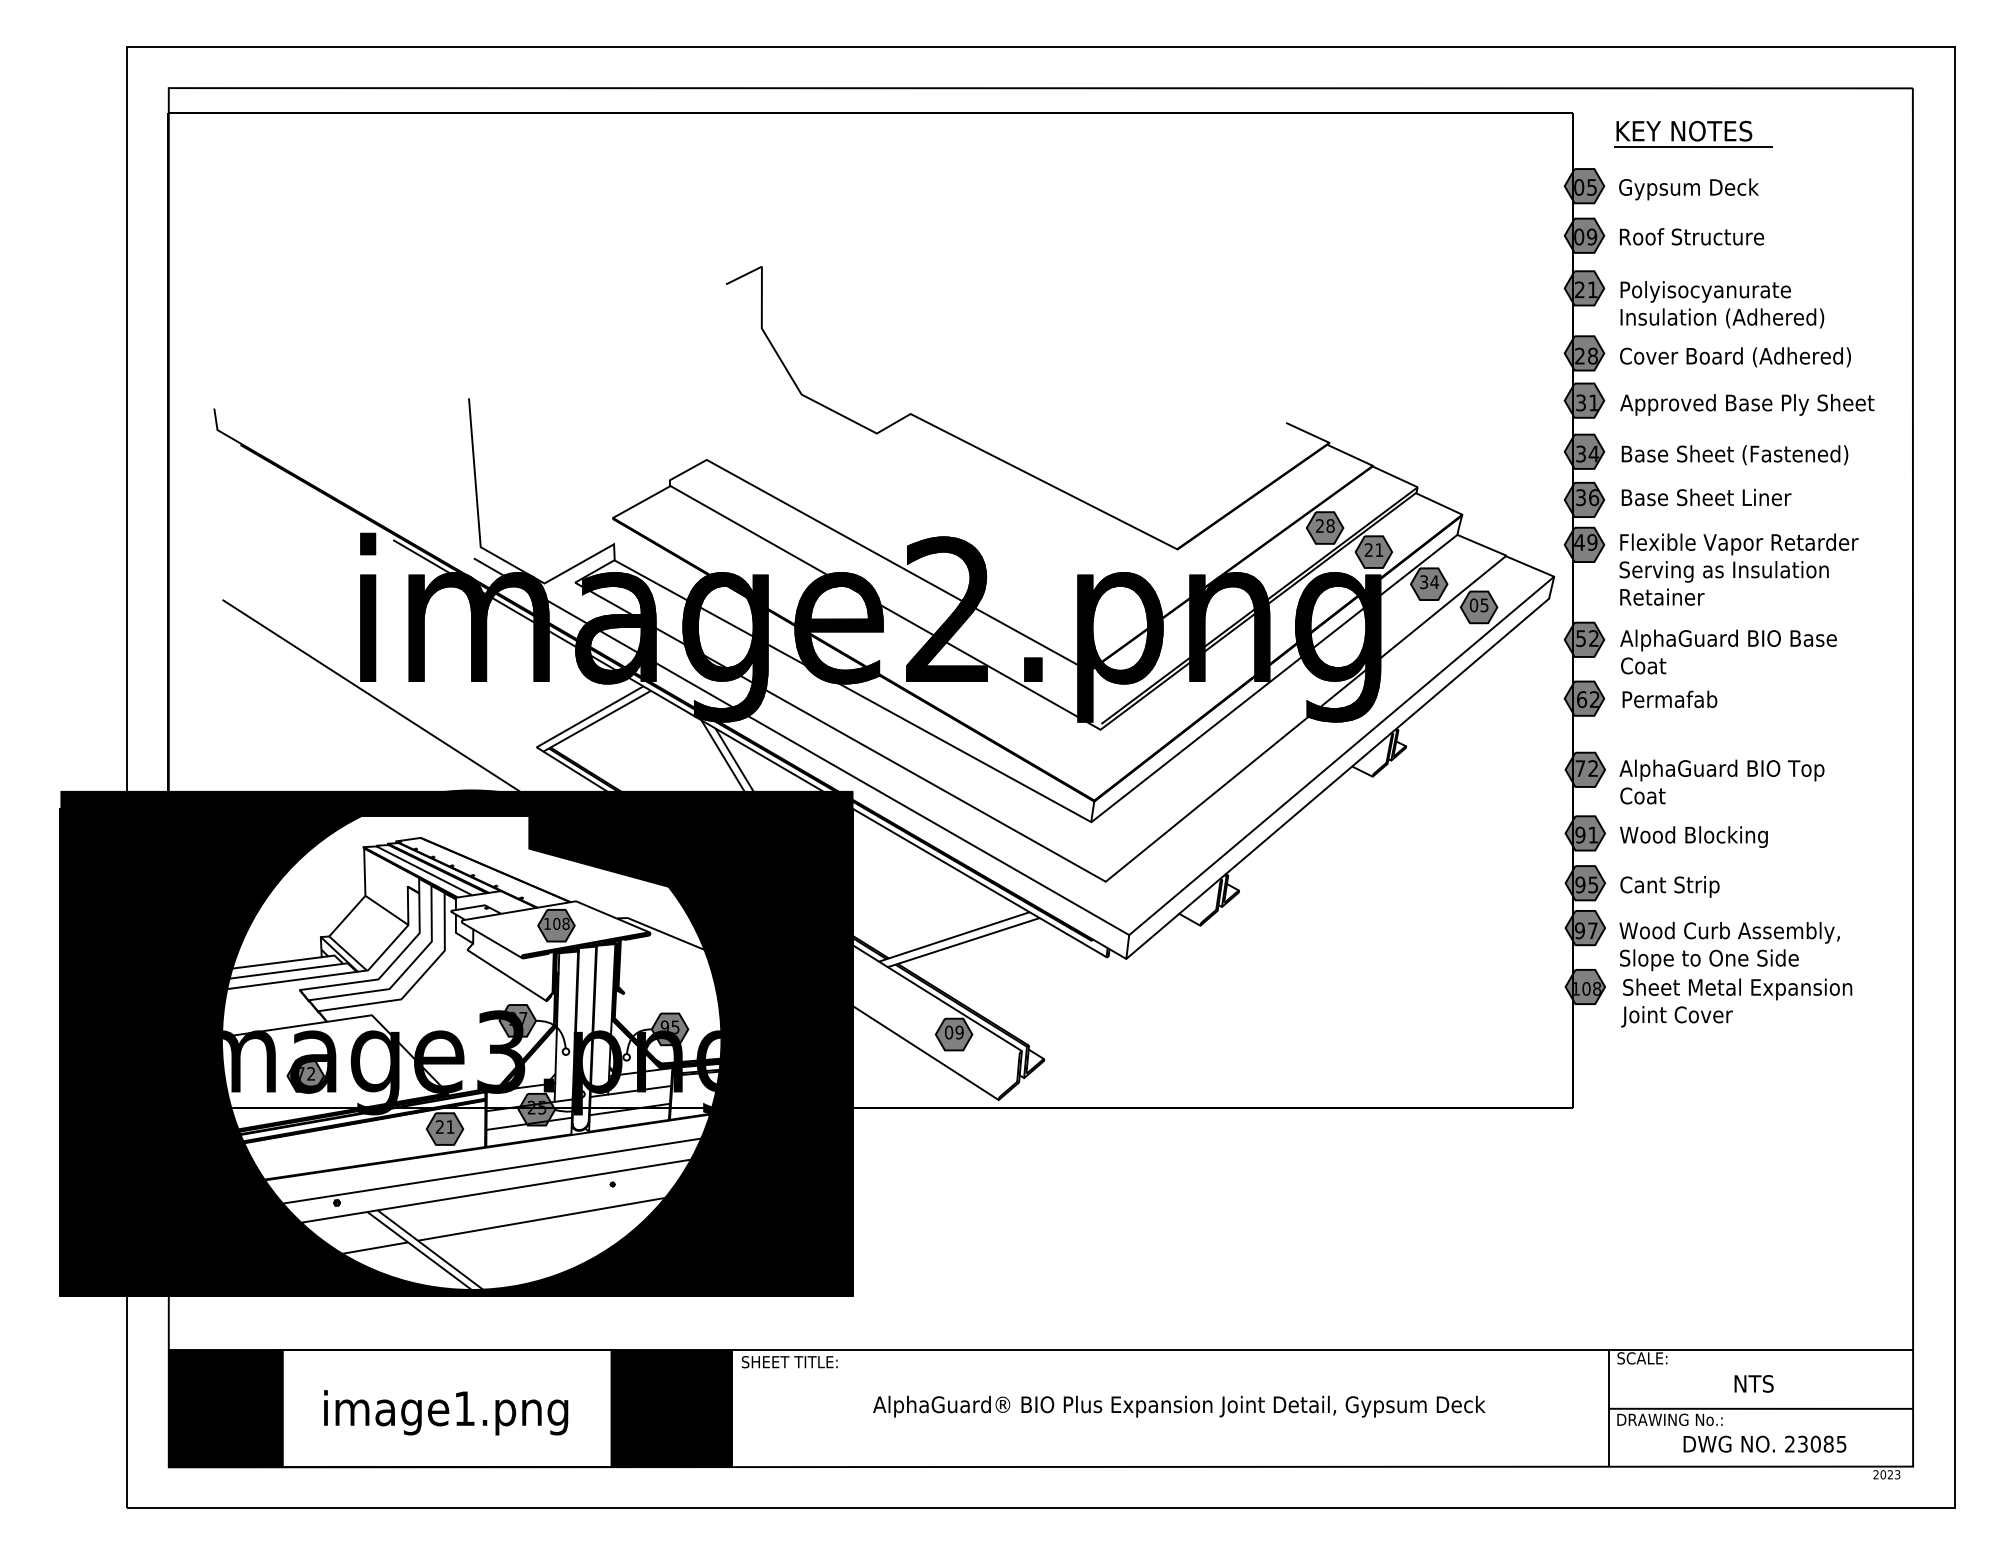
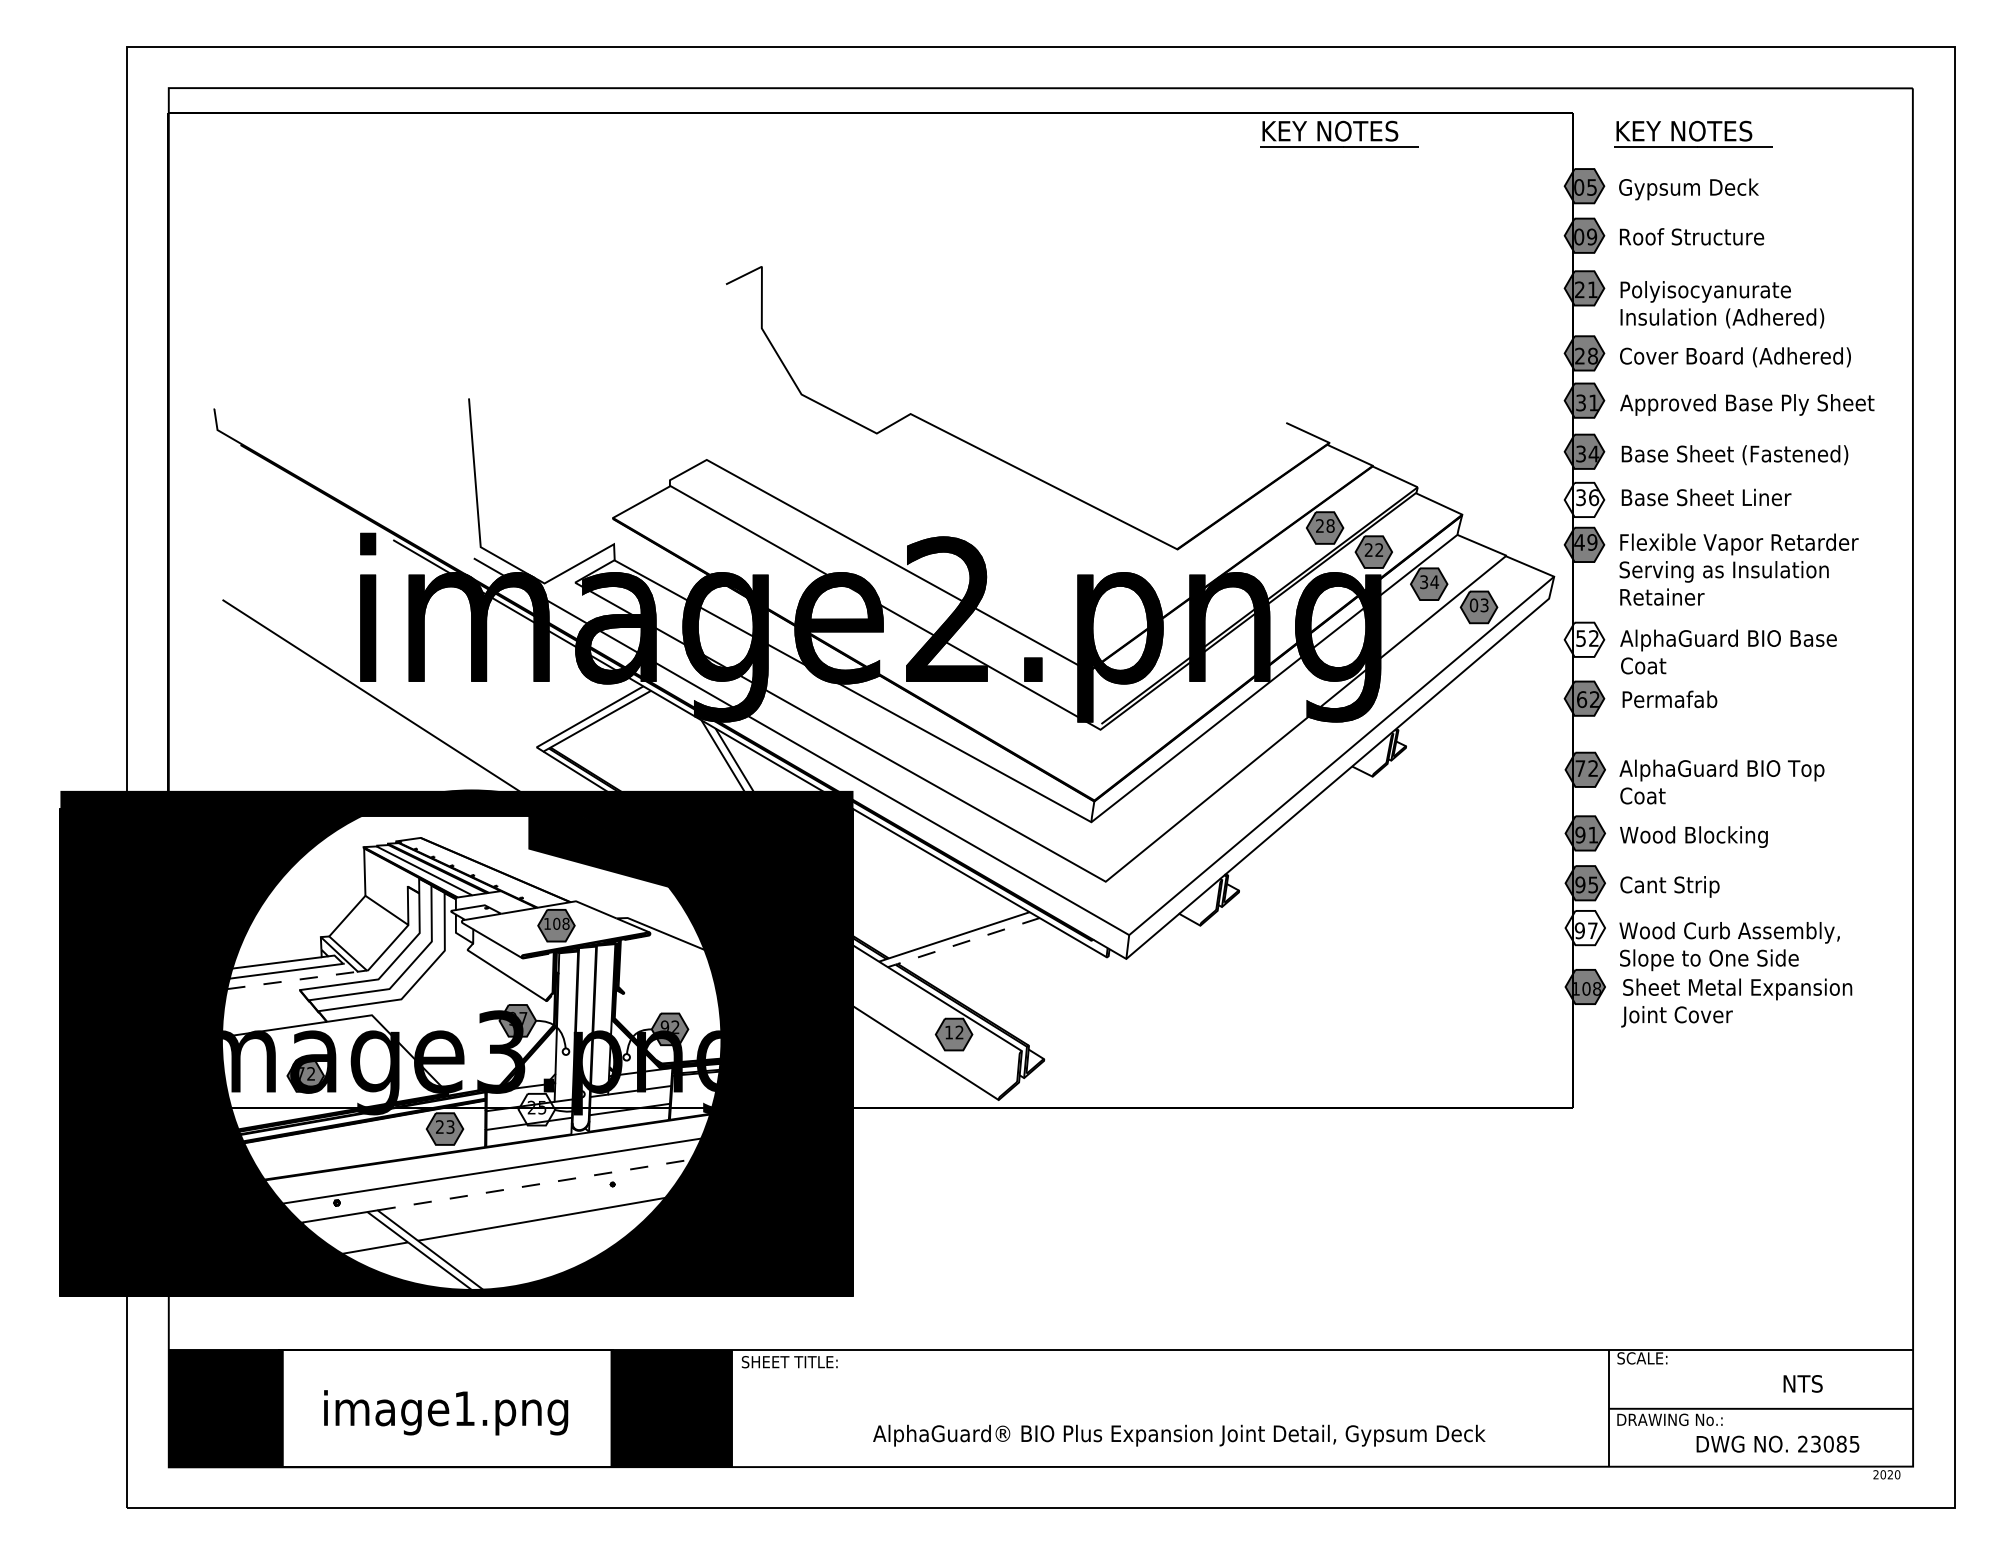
part at (1339, 133): none -> present
fill at (1584, 499): present -> none
text at (1378, 549): 21 -> 22
text at (1484, 603): 05 -> 03
fill at (1584, 639): present -> none
fill at (1585, 927): present -> none
line at (962, 943): solid -> dashed
line at (302, 979): solid -> dashed
text at (675, 1026): 95 -> 92
text at (954, 1032): 09 -> 12
fill at (536, 1109): present -> none
text at (450, 1126): 21 -> 23
line at (534, 1185): solid -> dashed
text at (1753, 1383) position: (1753, 1383) -> (1802, 1383)
text at (1179, 1406) position: (1179, 1406) -> (1179, 1435)
text at (1764, 1443) position: (1764, 1443) -> (1777, 1443)
text at (1897, 1474): 2023 -> 2020
